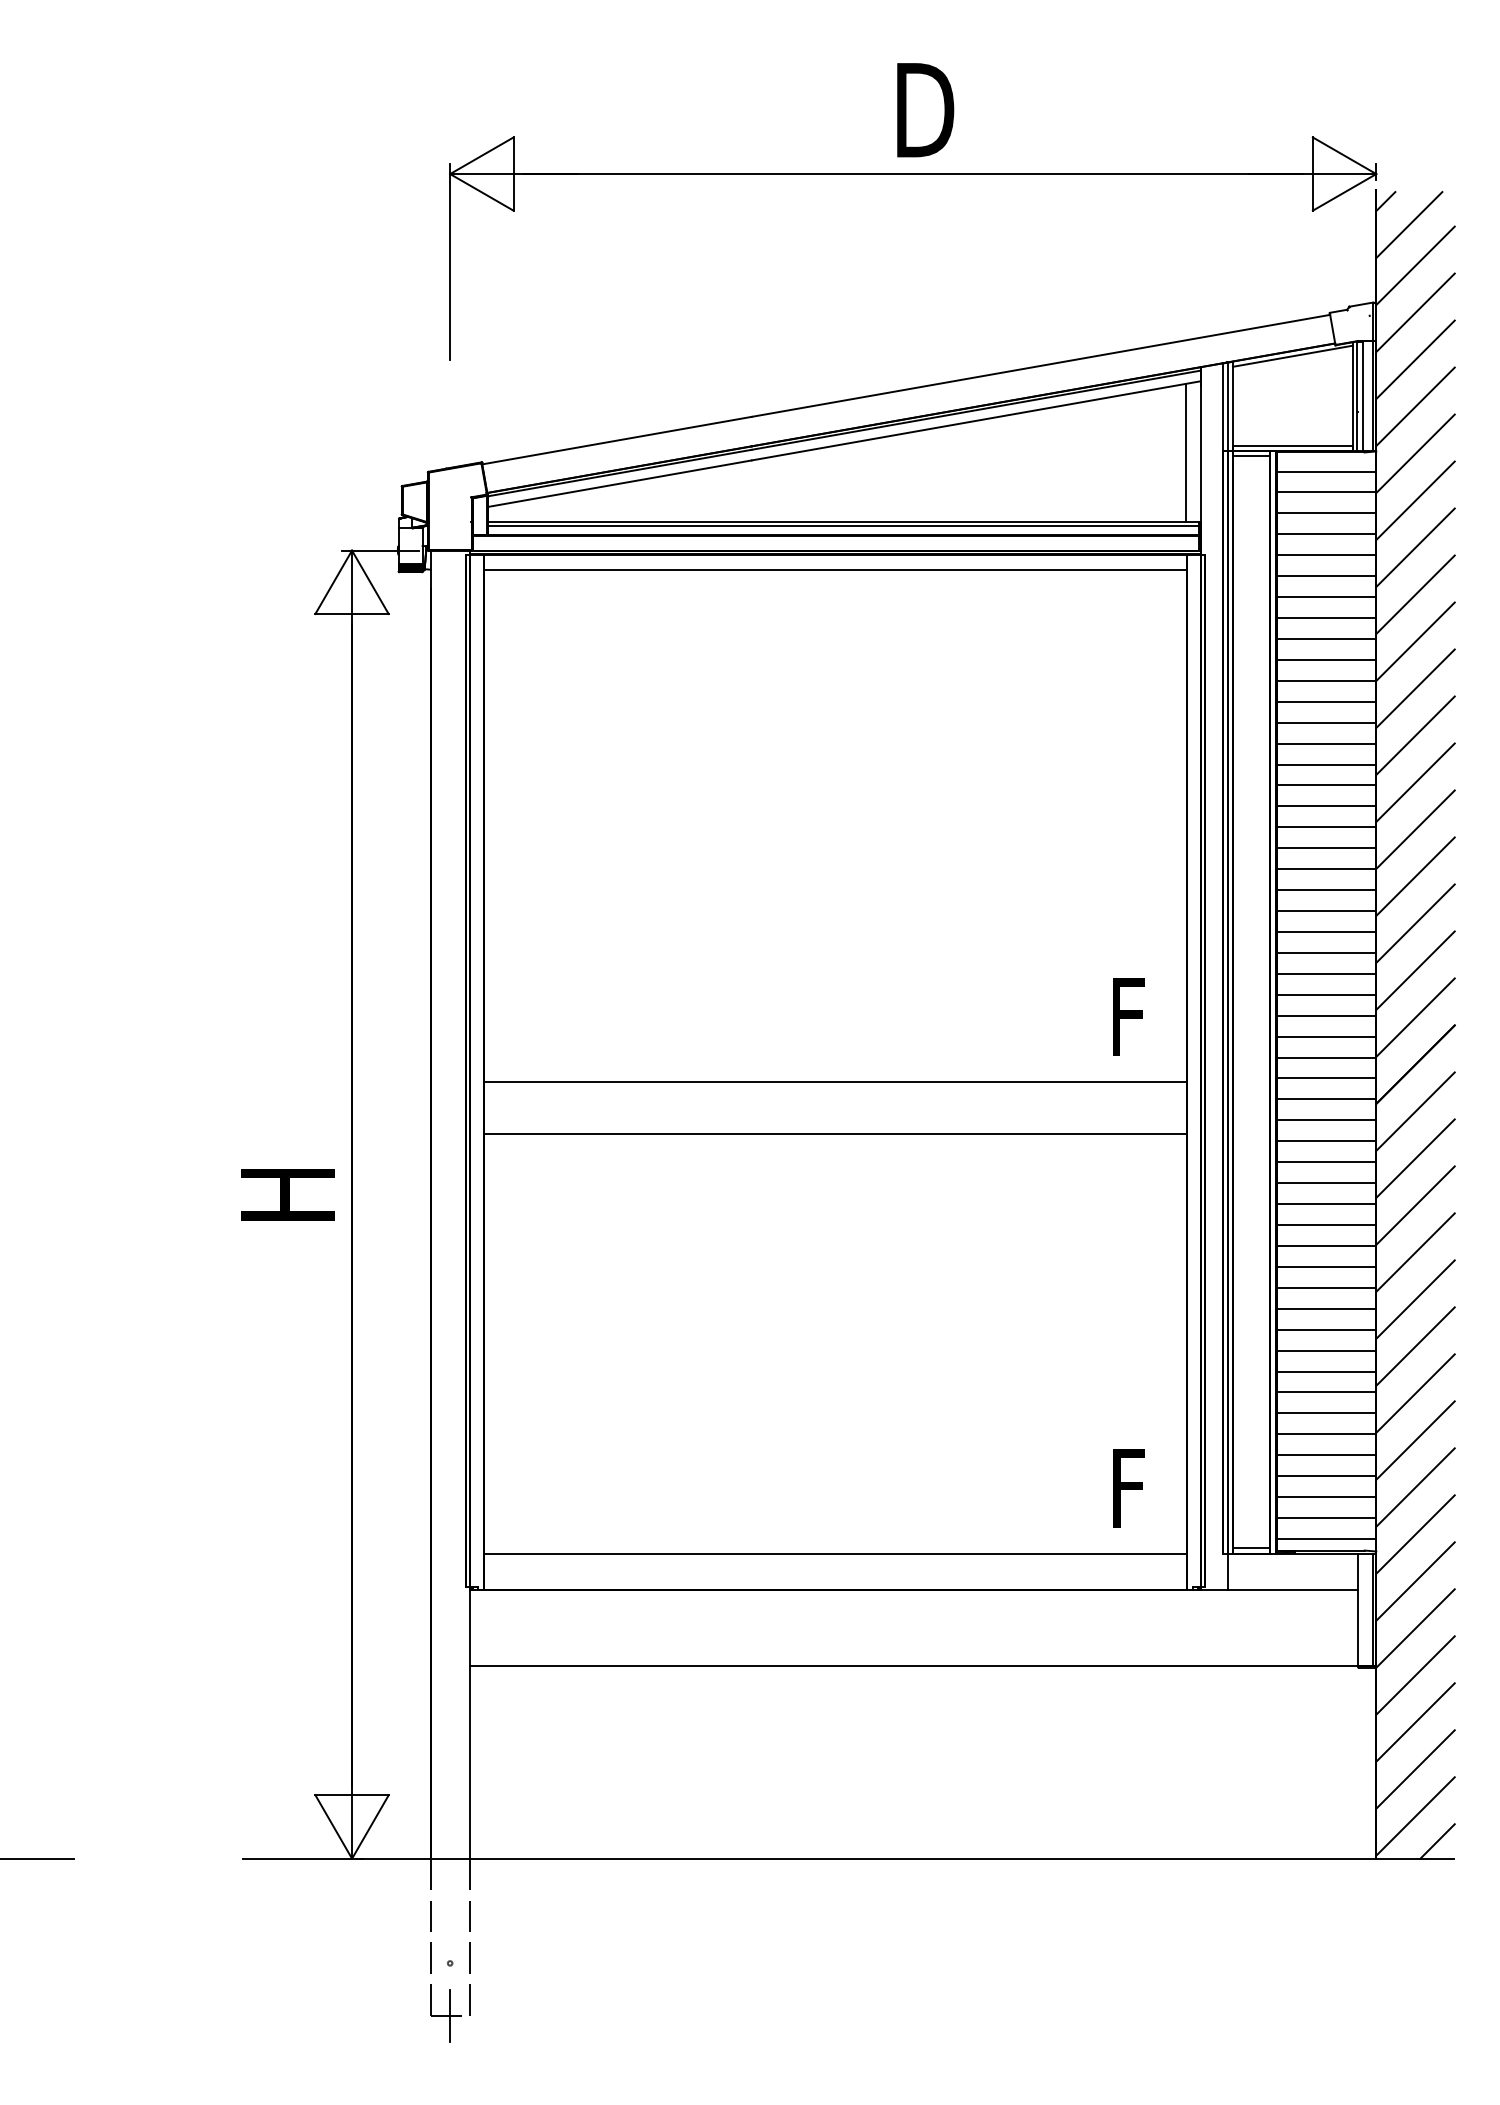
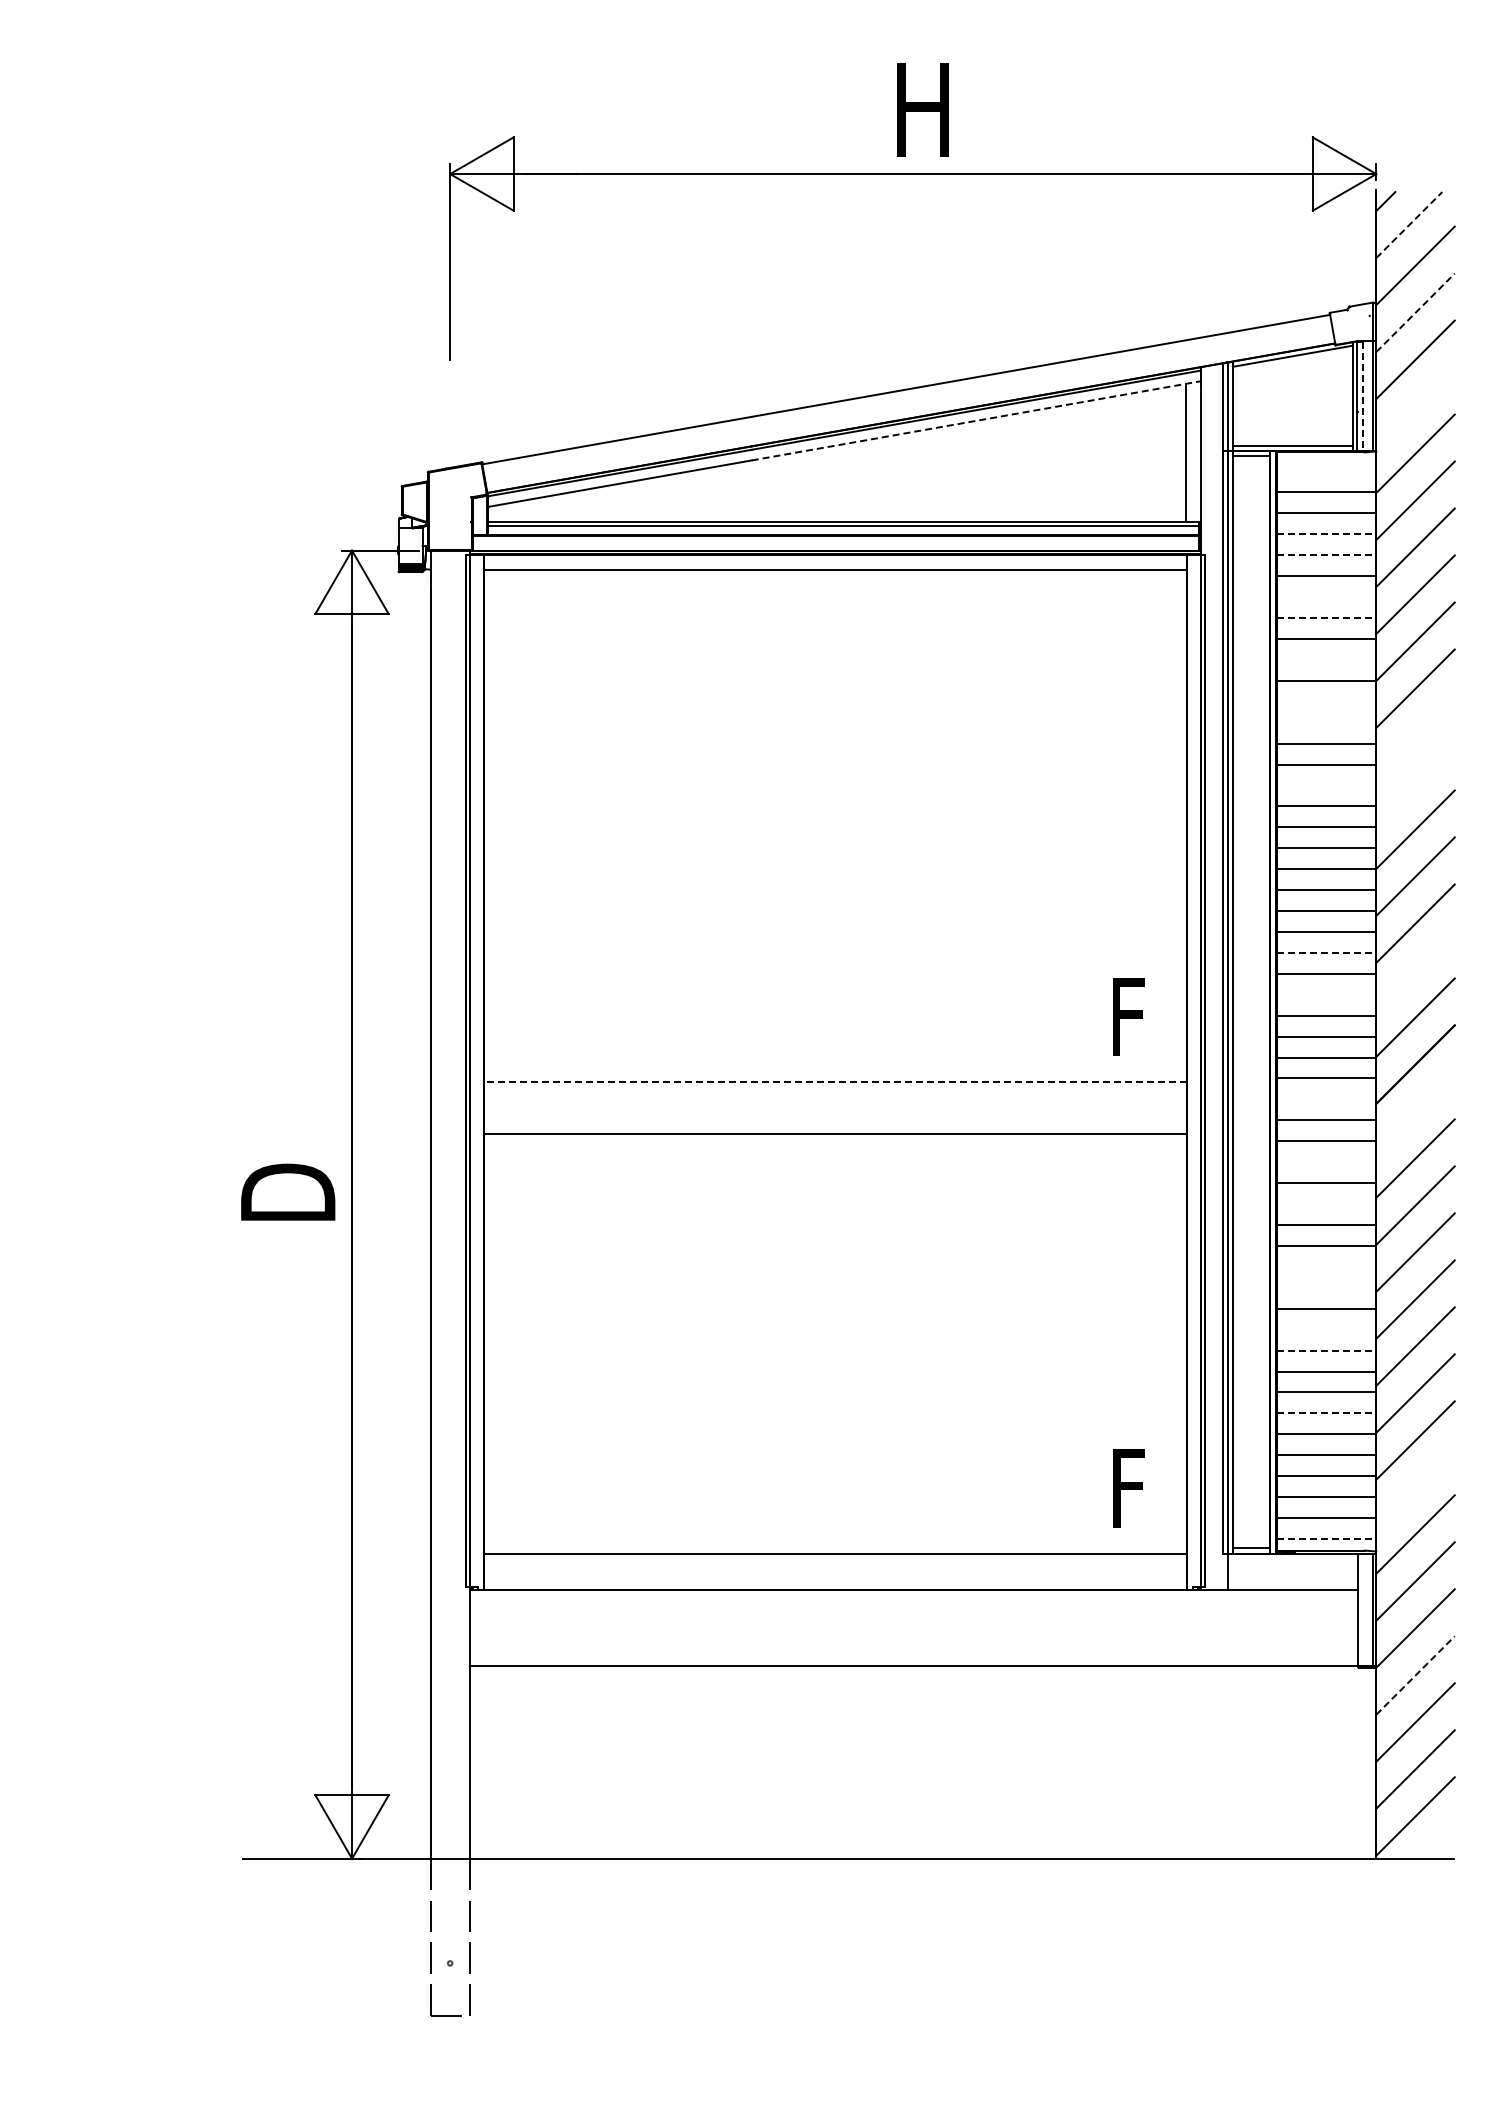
text at (925, 110): D -> H
line at (1409, 225): solid -> dashed
line at (1415, 312): solid -> dashed
line at (1362, 397): solid -> dashed
line at (1415, 406): present -> none
line at (976, 420): solid -> dashed
line at (1326, 471): present -> none
line at (1326, 534): solid -> dashed
line at (1326, 555): solid -> dashed
line at (1326, 597): present -> none
line at (1326, 618): solid -> dashed
line at (1326, 659): present -> none
line at (1326, 701): present -> none
line at (1326, 722): present -> none
line at (1415, 735): present -> none
line at (1415, 782): present -> none
line at (1326, 785): present -> none
line at (1326, 952): solid -> dashed
line at (1415, 970): present -> none
line at (1326, 994): present -> none
line at (835, 1081): solid -> dashed
line at (1326, 1099): present -> none
line at (1415, 1111): present -> none
line at (1326, 1162): present -> none
text at (288, 1191): H -> D
line at (1326, 1204): present -> none
line at (1326, 1266): present -> none
line at (1326, 1287): present -> none
line at (1326, 1329): present -> none
line at (1326, 1350): solid -> dashed
line at (1326, 1413): solid -> dashed
line at (1415, 1487): present -> none
line at (1326, 1538): solid -> dashed
line at (1415, 1675): solid -> dashed
line at (1437, 1841): present -> none
line at (37, 1858): present -> none
line at (450, 2015): present -> none
